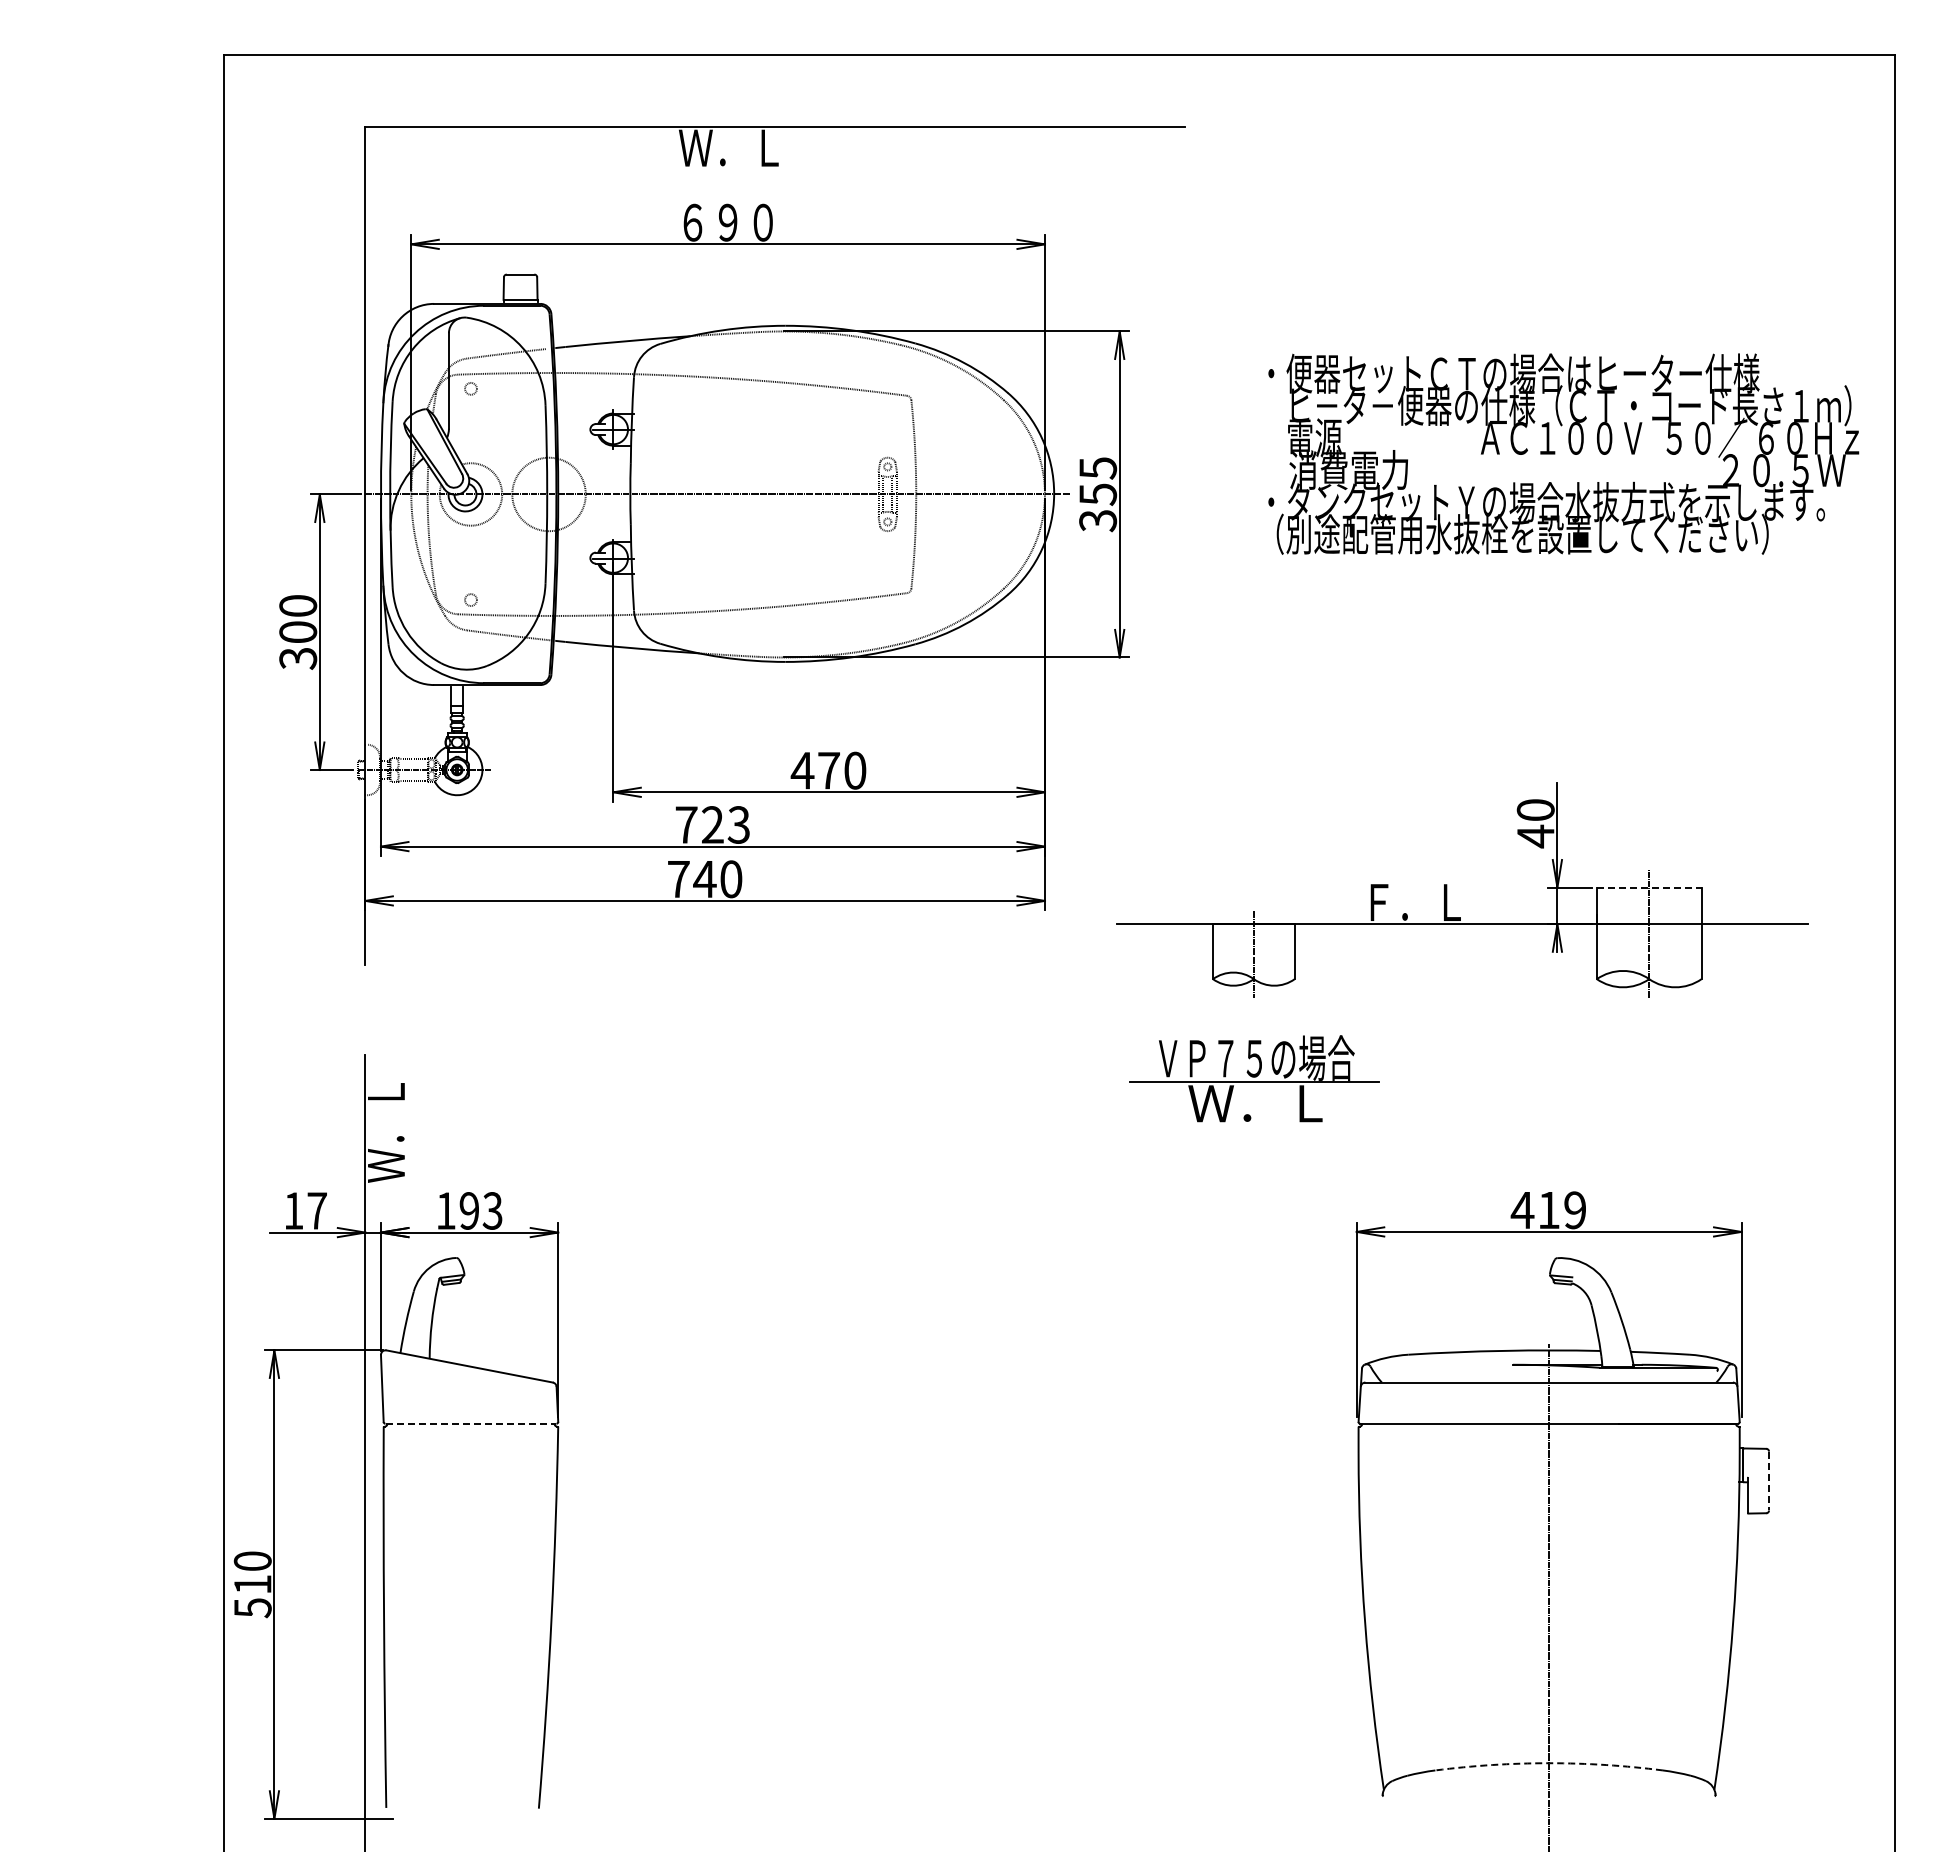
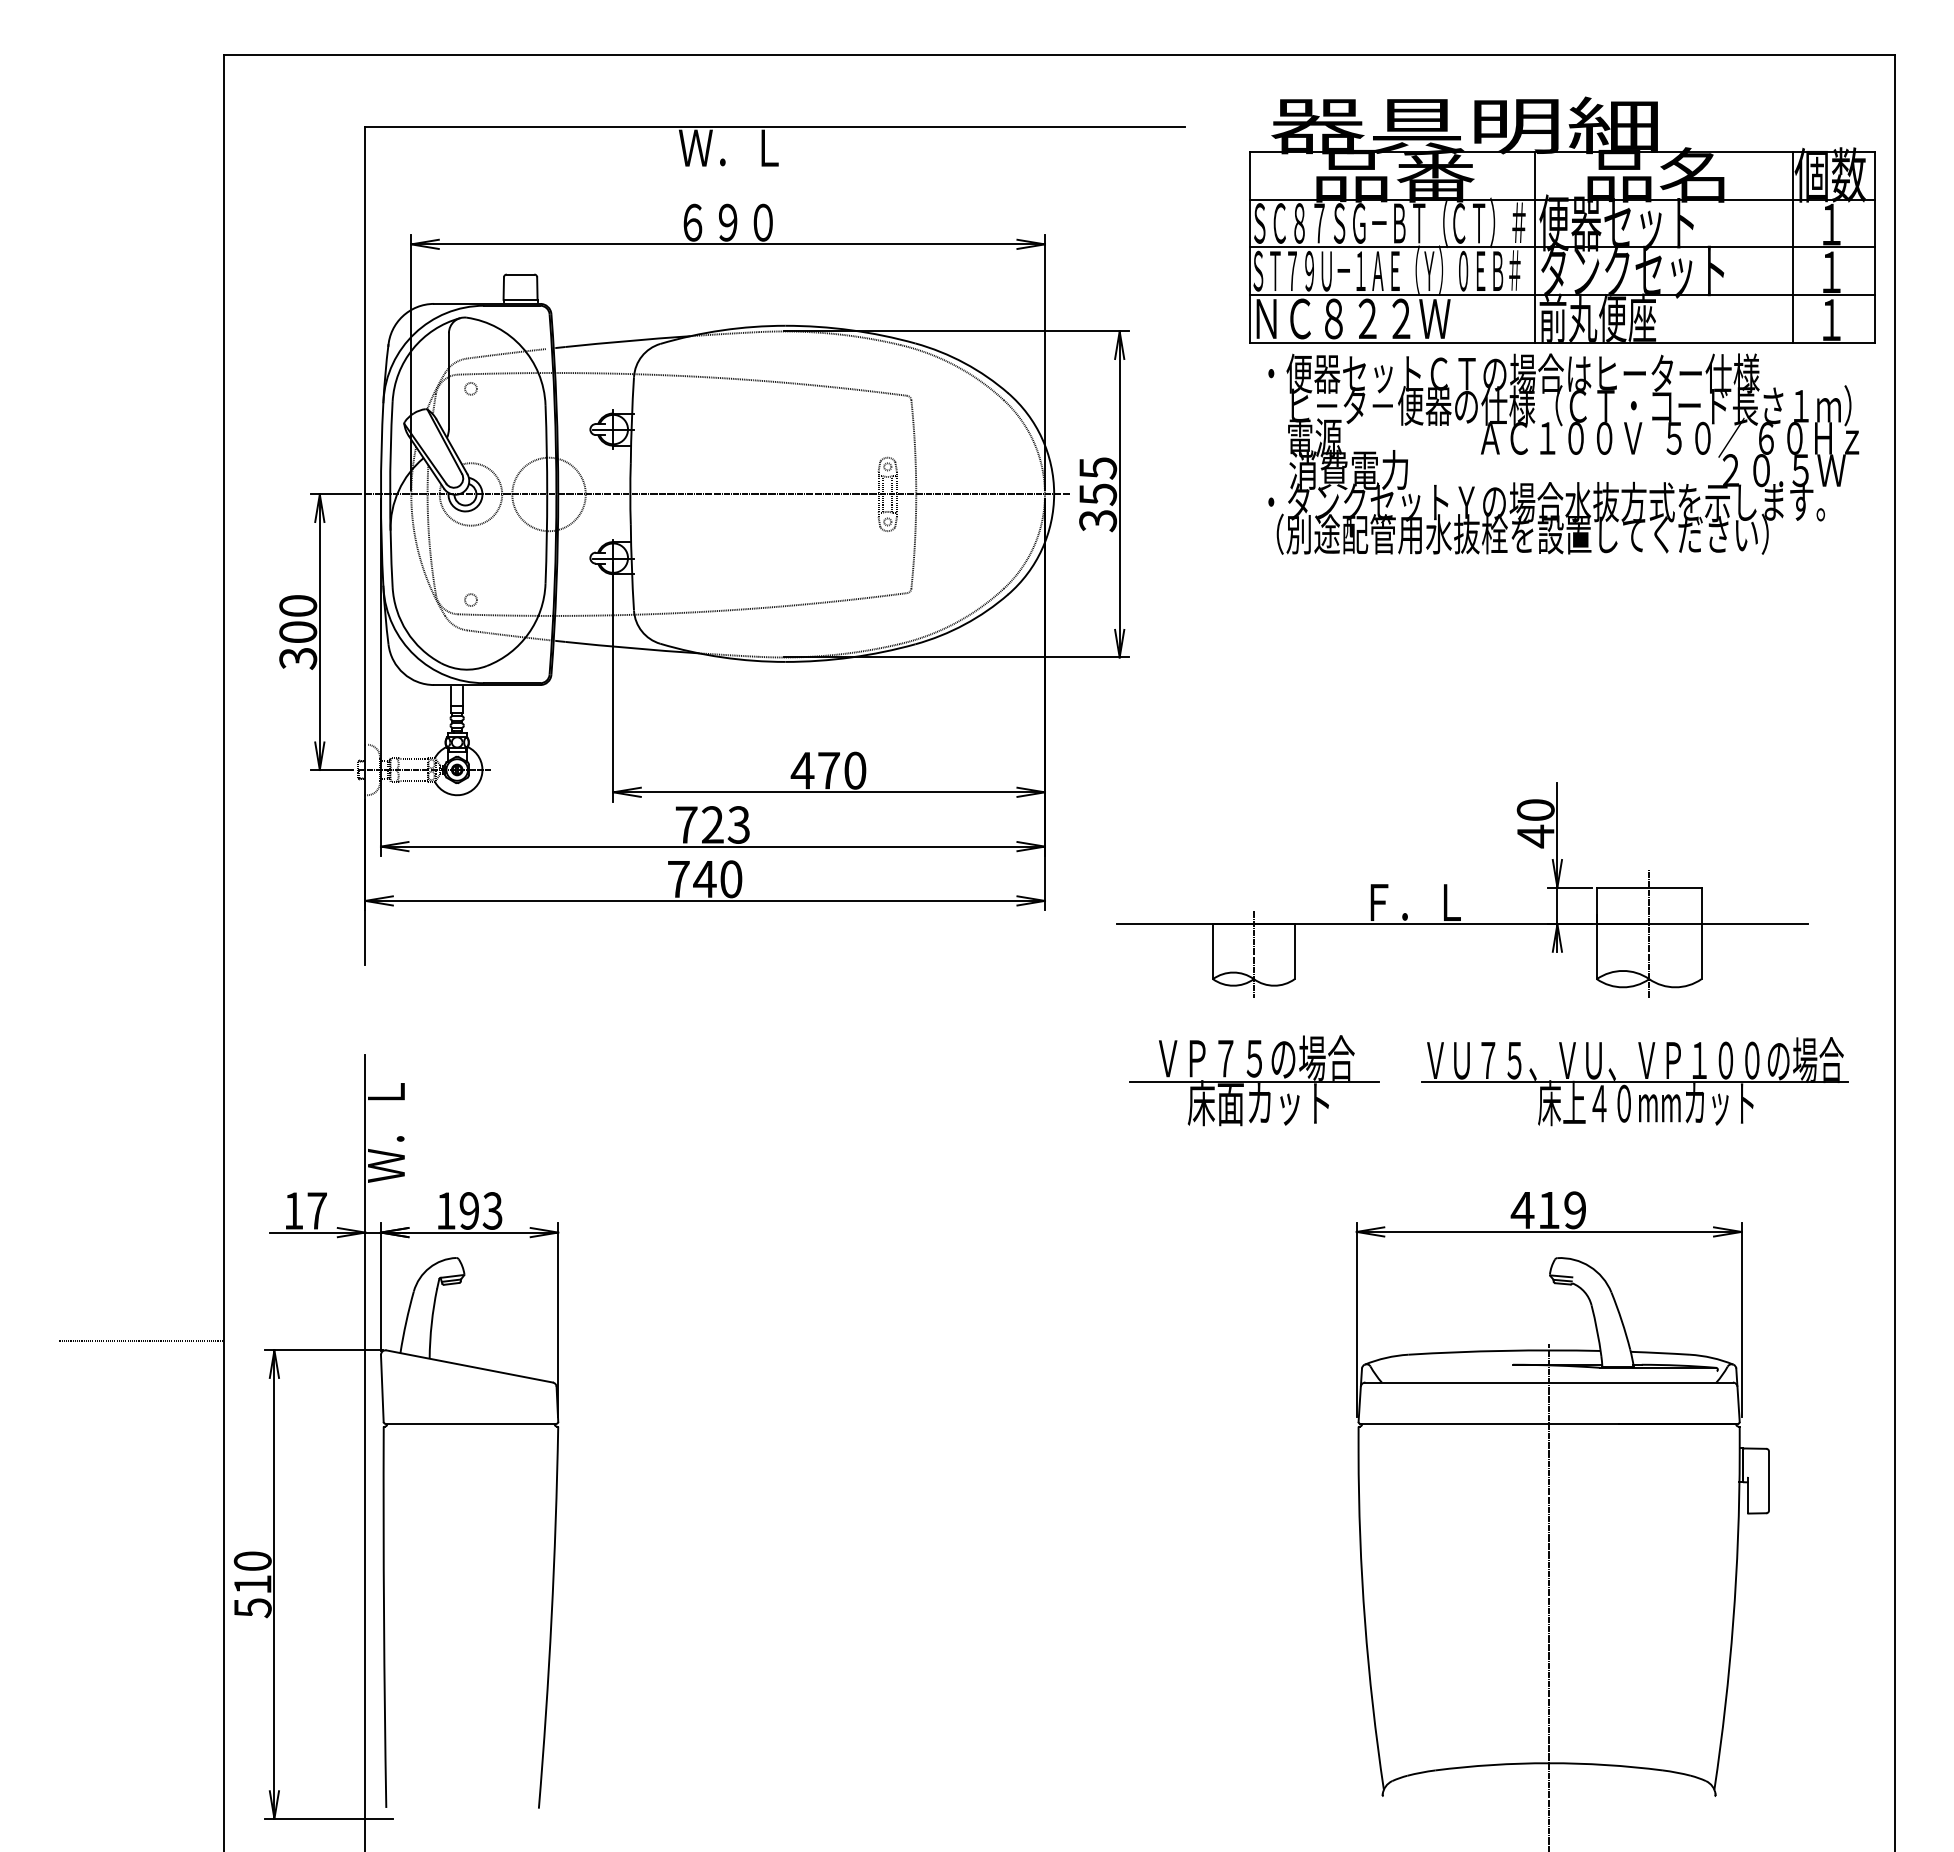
part at (1562, 219): none -> present
line at (1649, 887): dashed -> solid
part at (1634, 1081): none -> present
text at (1257, 1103): Ｗ．Ｌ -> 床面カット
line at (140, 1341): none -> present
line at (471, 1423): dashed -> solid
line at (1769, 1481): dashed -> solid
arc at (1549, 1763): dashed -> solid
